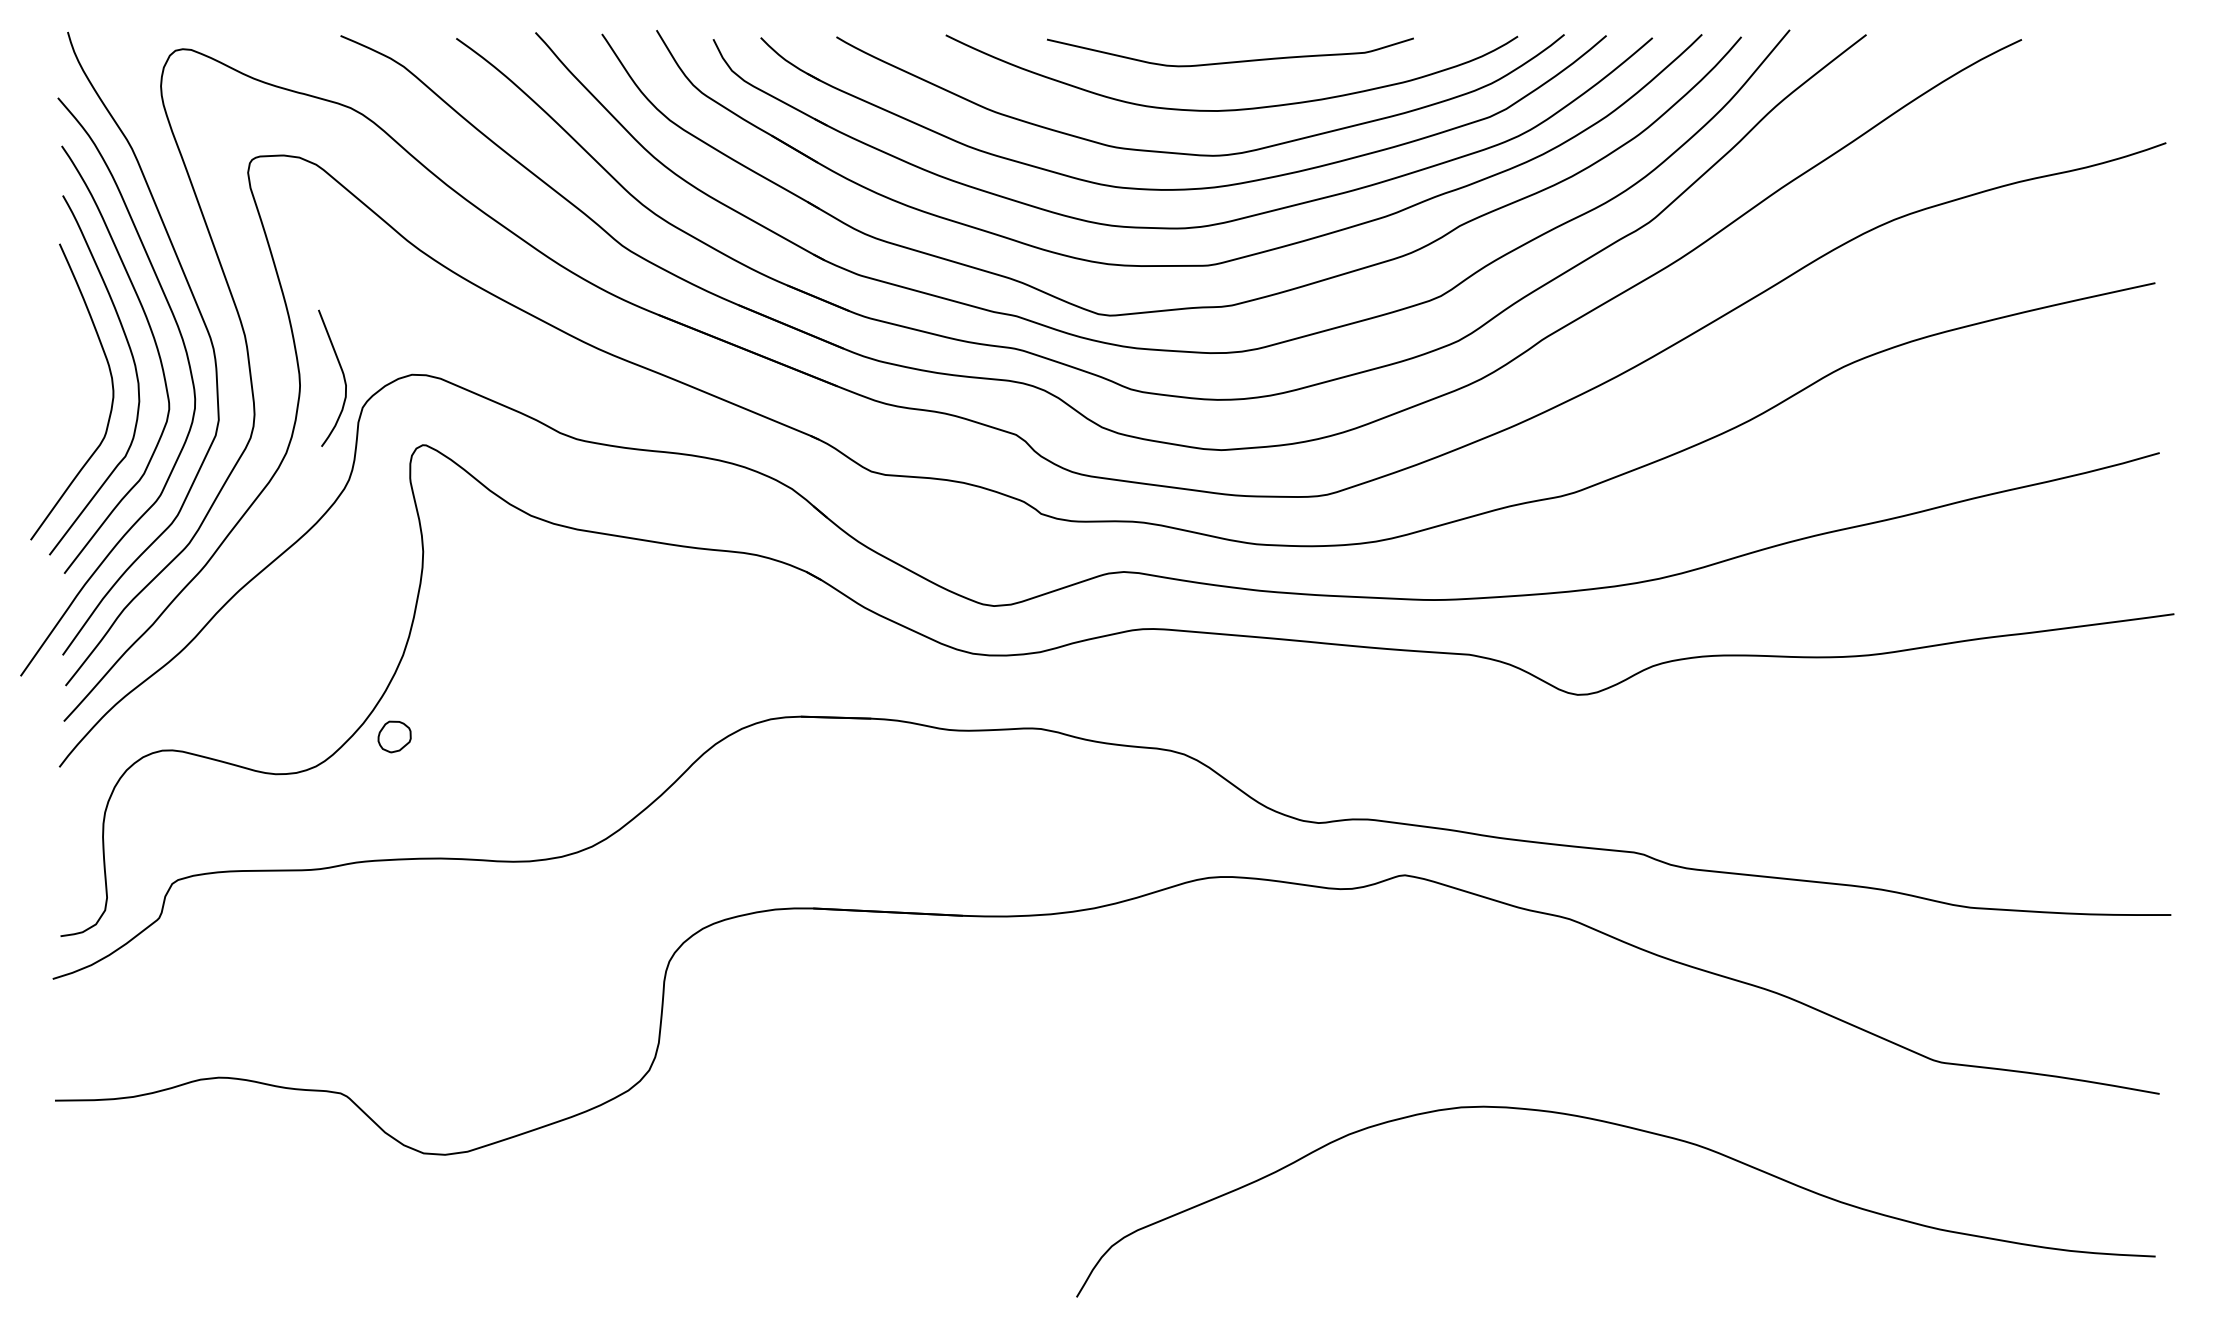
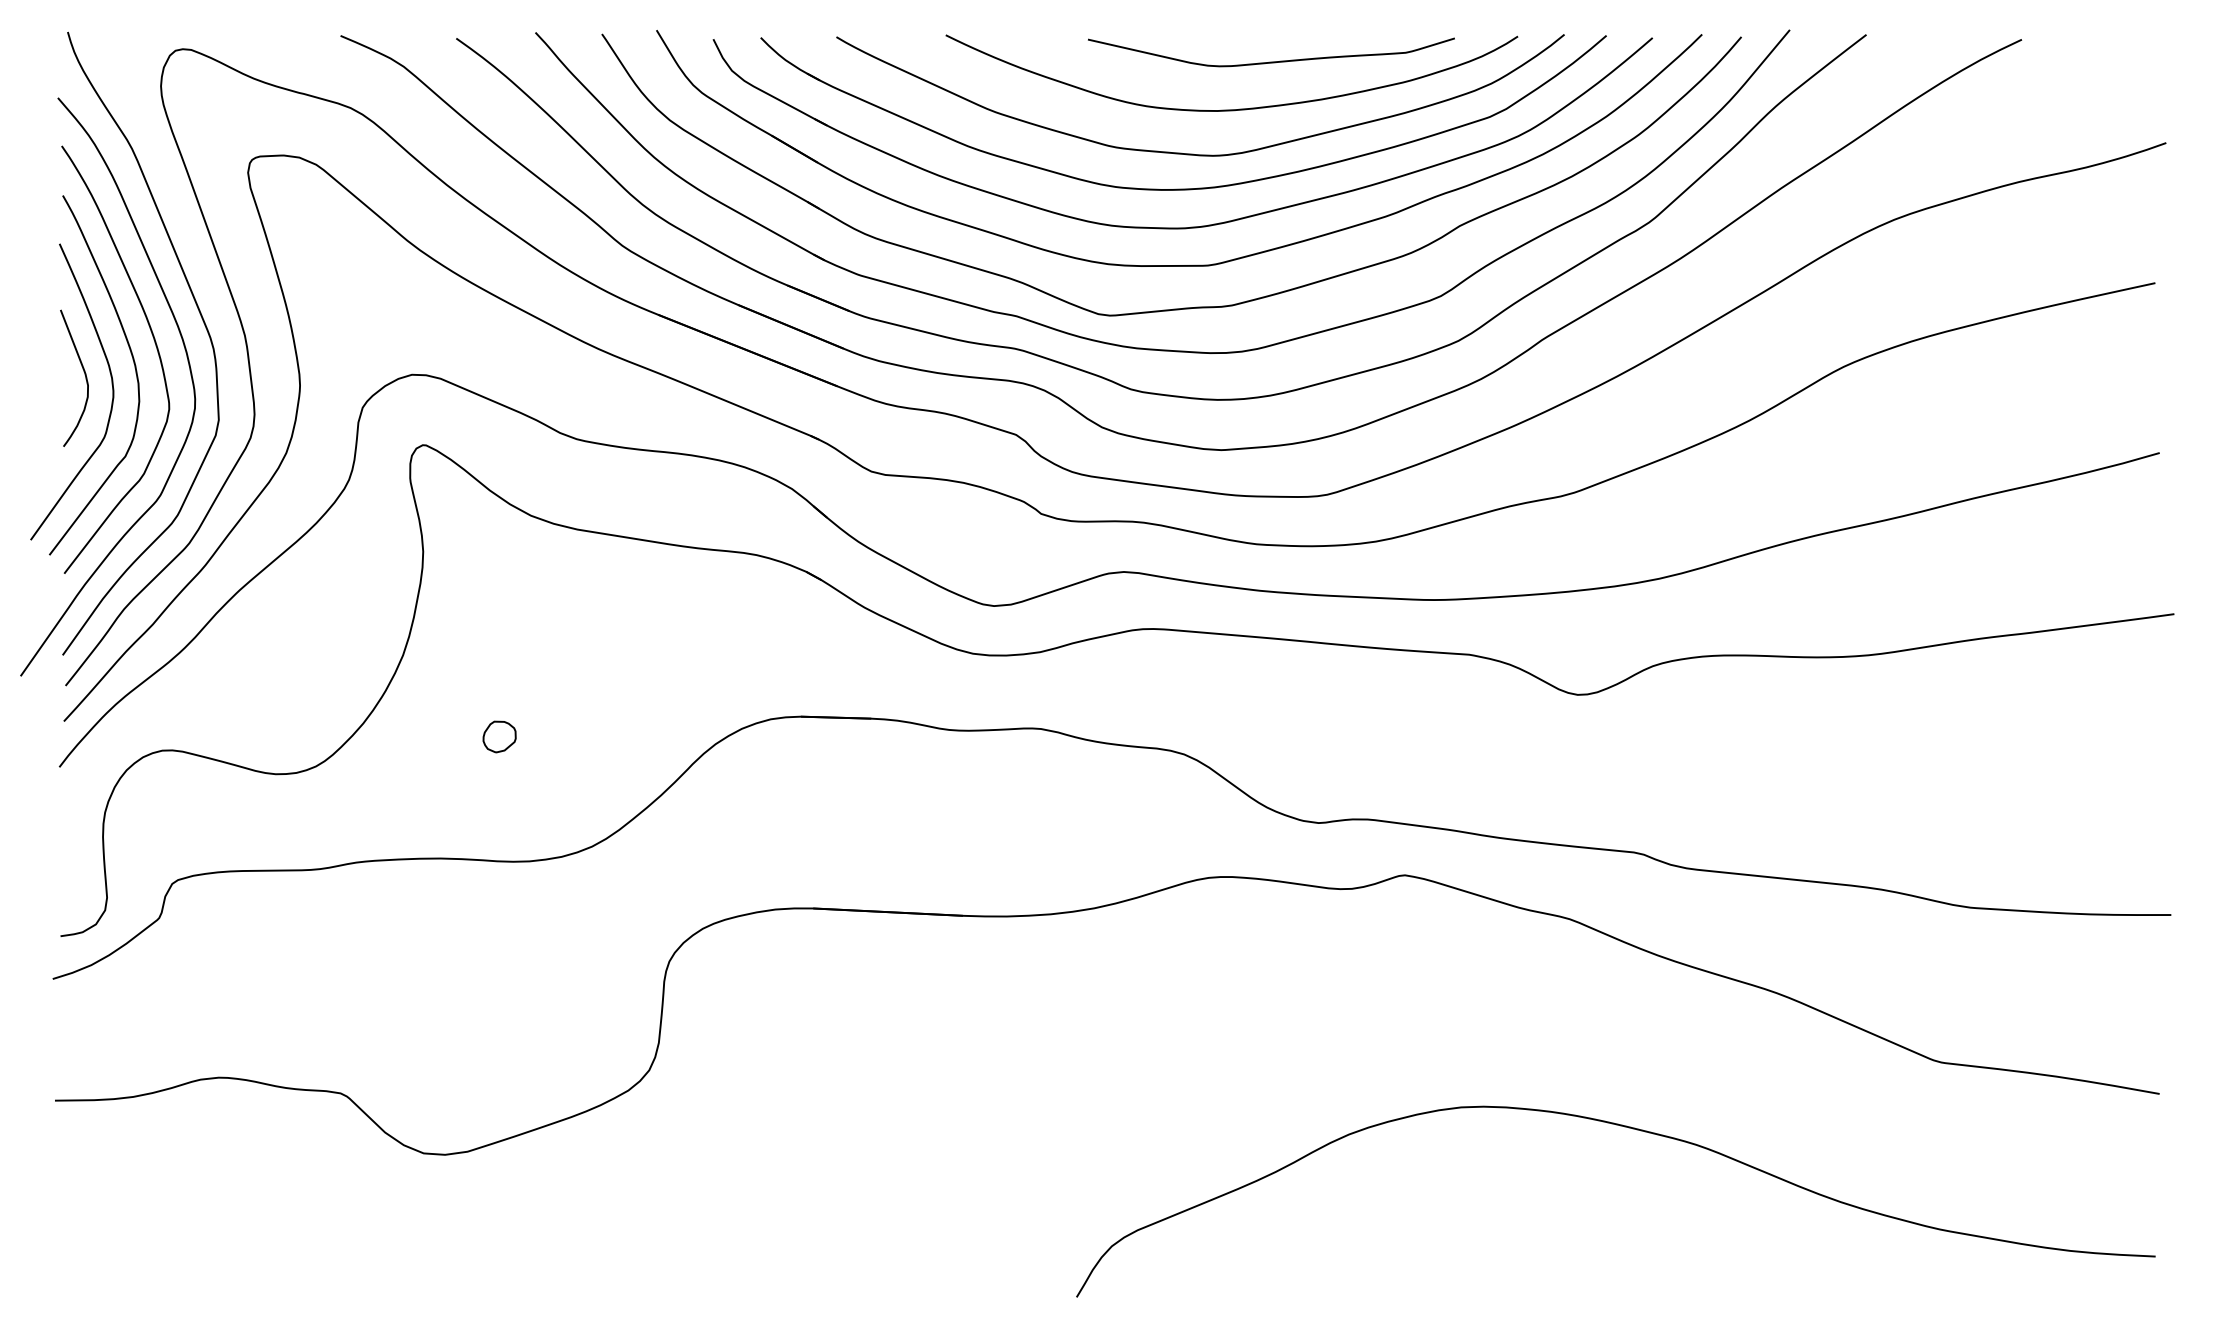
curve at (1230, 61) position: (1230, 61) -> (1271, 61)
curve at (342, 375) position: (342, 375) -> (84, 375)
part at (394, 736) position: (394, 736) -> (499, 736)
